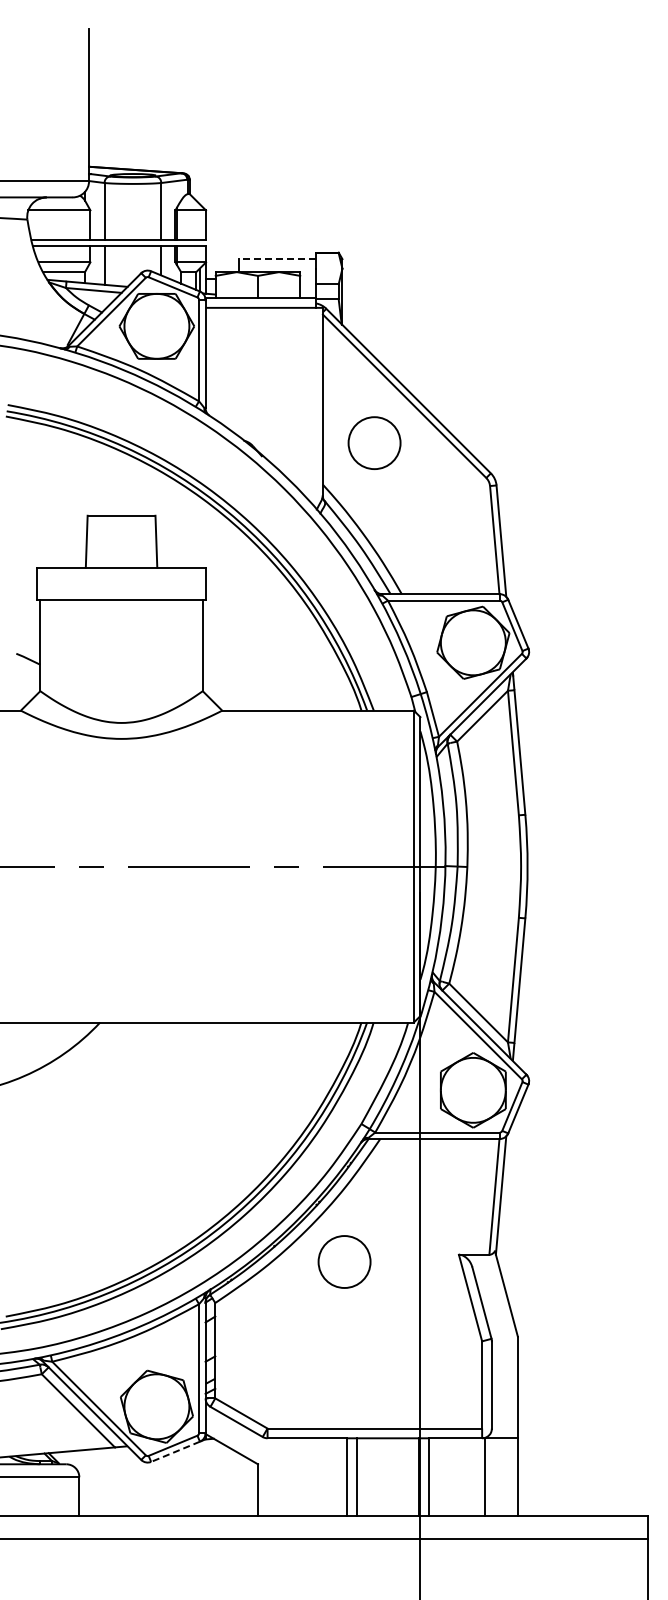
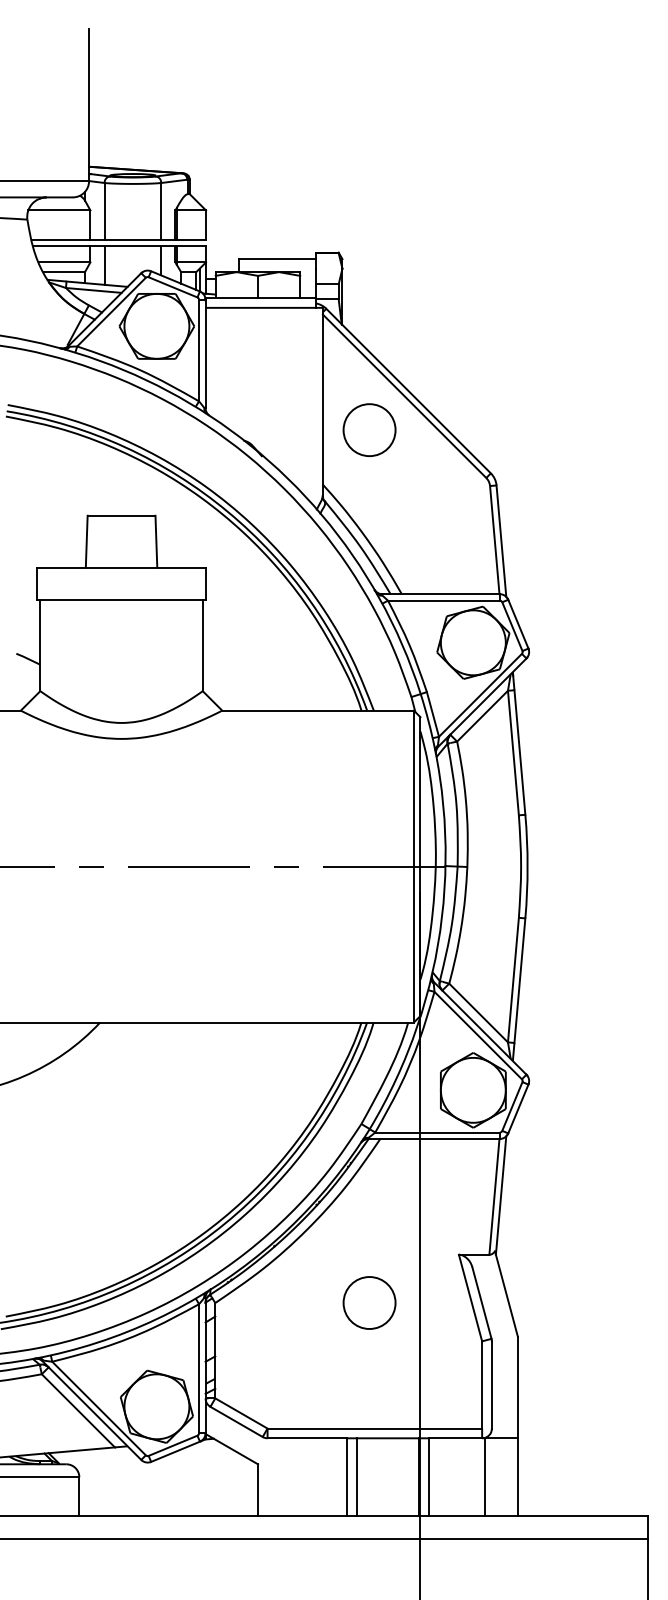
line at (277, 259): dashed -> solid
circle at (374, 442) position: (374, 442) -> (369, 429)
circle at (344, 1261) position: (344, 1261) -> (369, 1302)
line at (175, 1452): dashed -> solid
